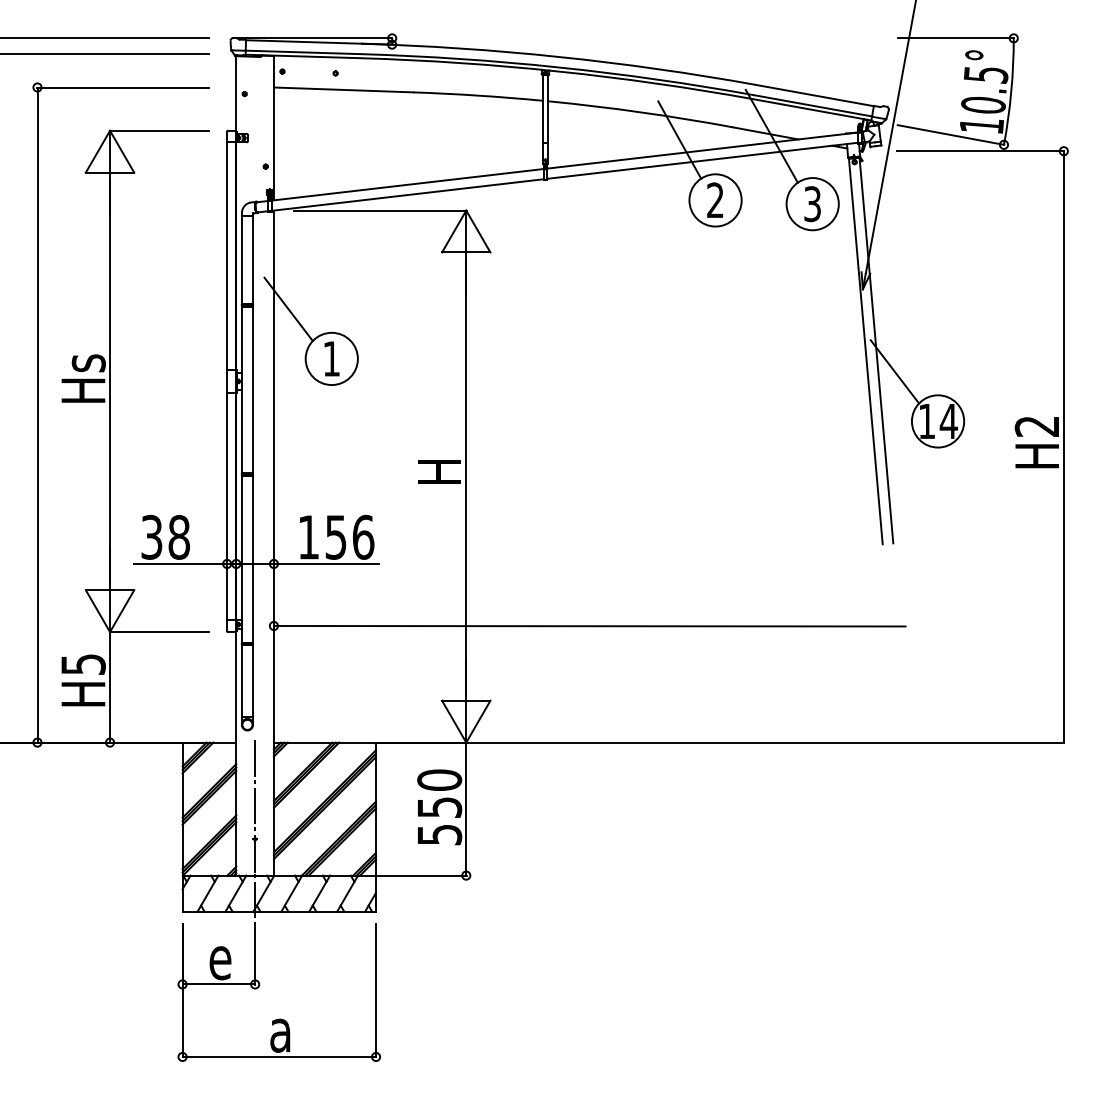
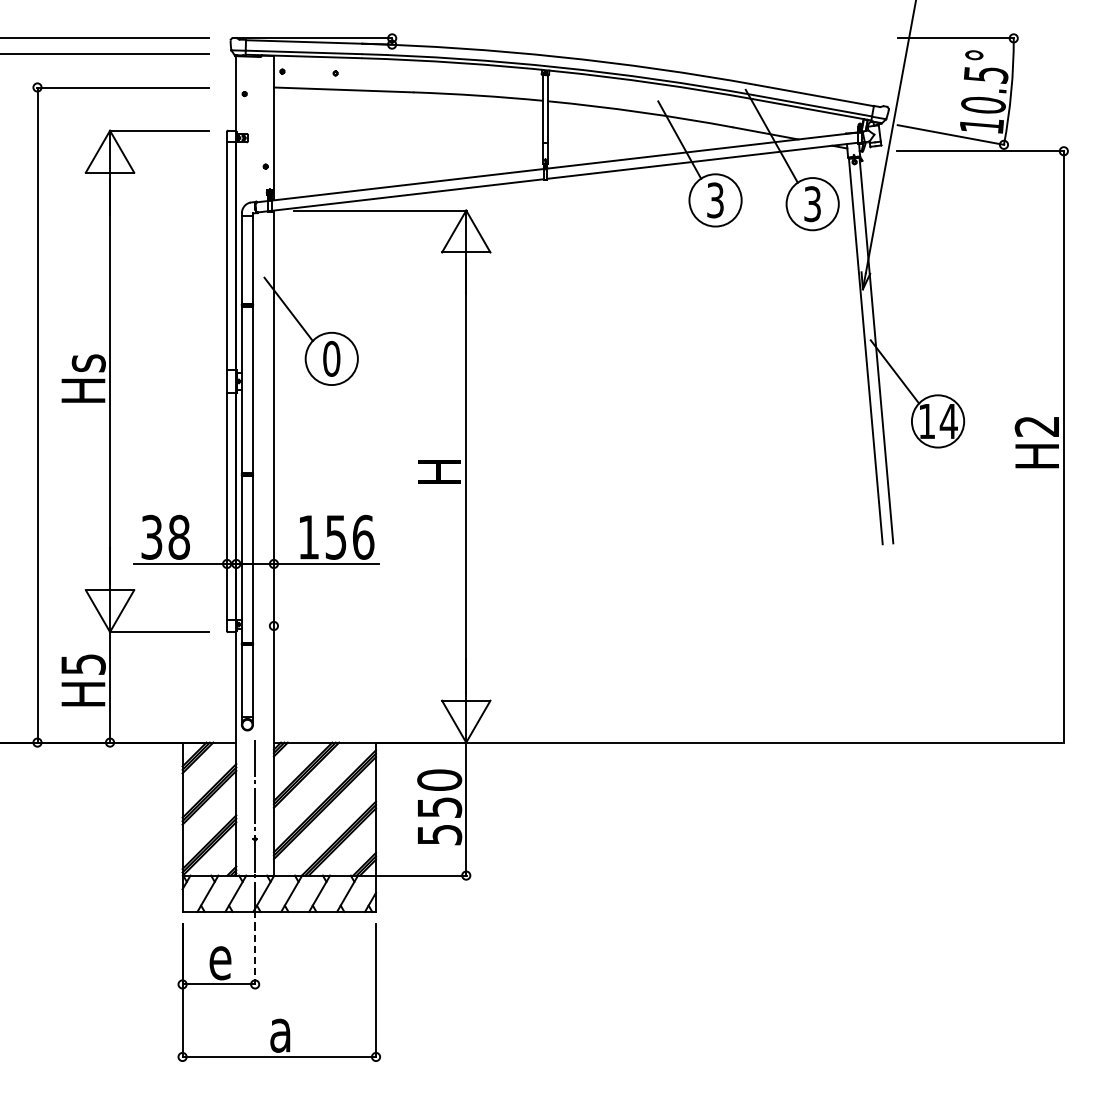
text at (715, 200): 2 -> 3
text at (331, 358): 1 -> 0
line at (589, 625): present -> none
line at (255, 954): solid -> dashed
